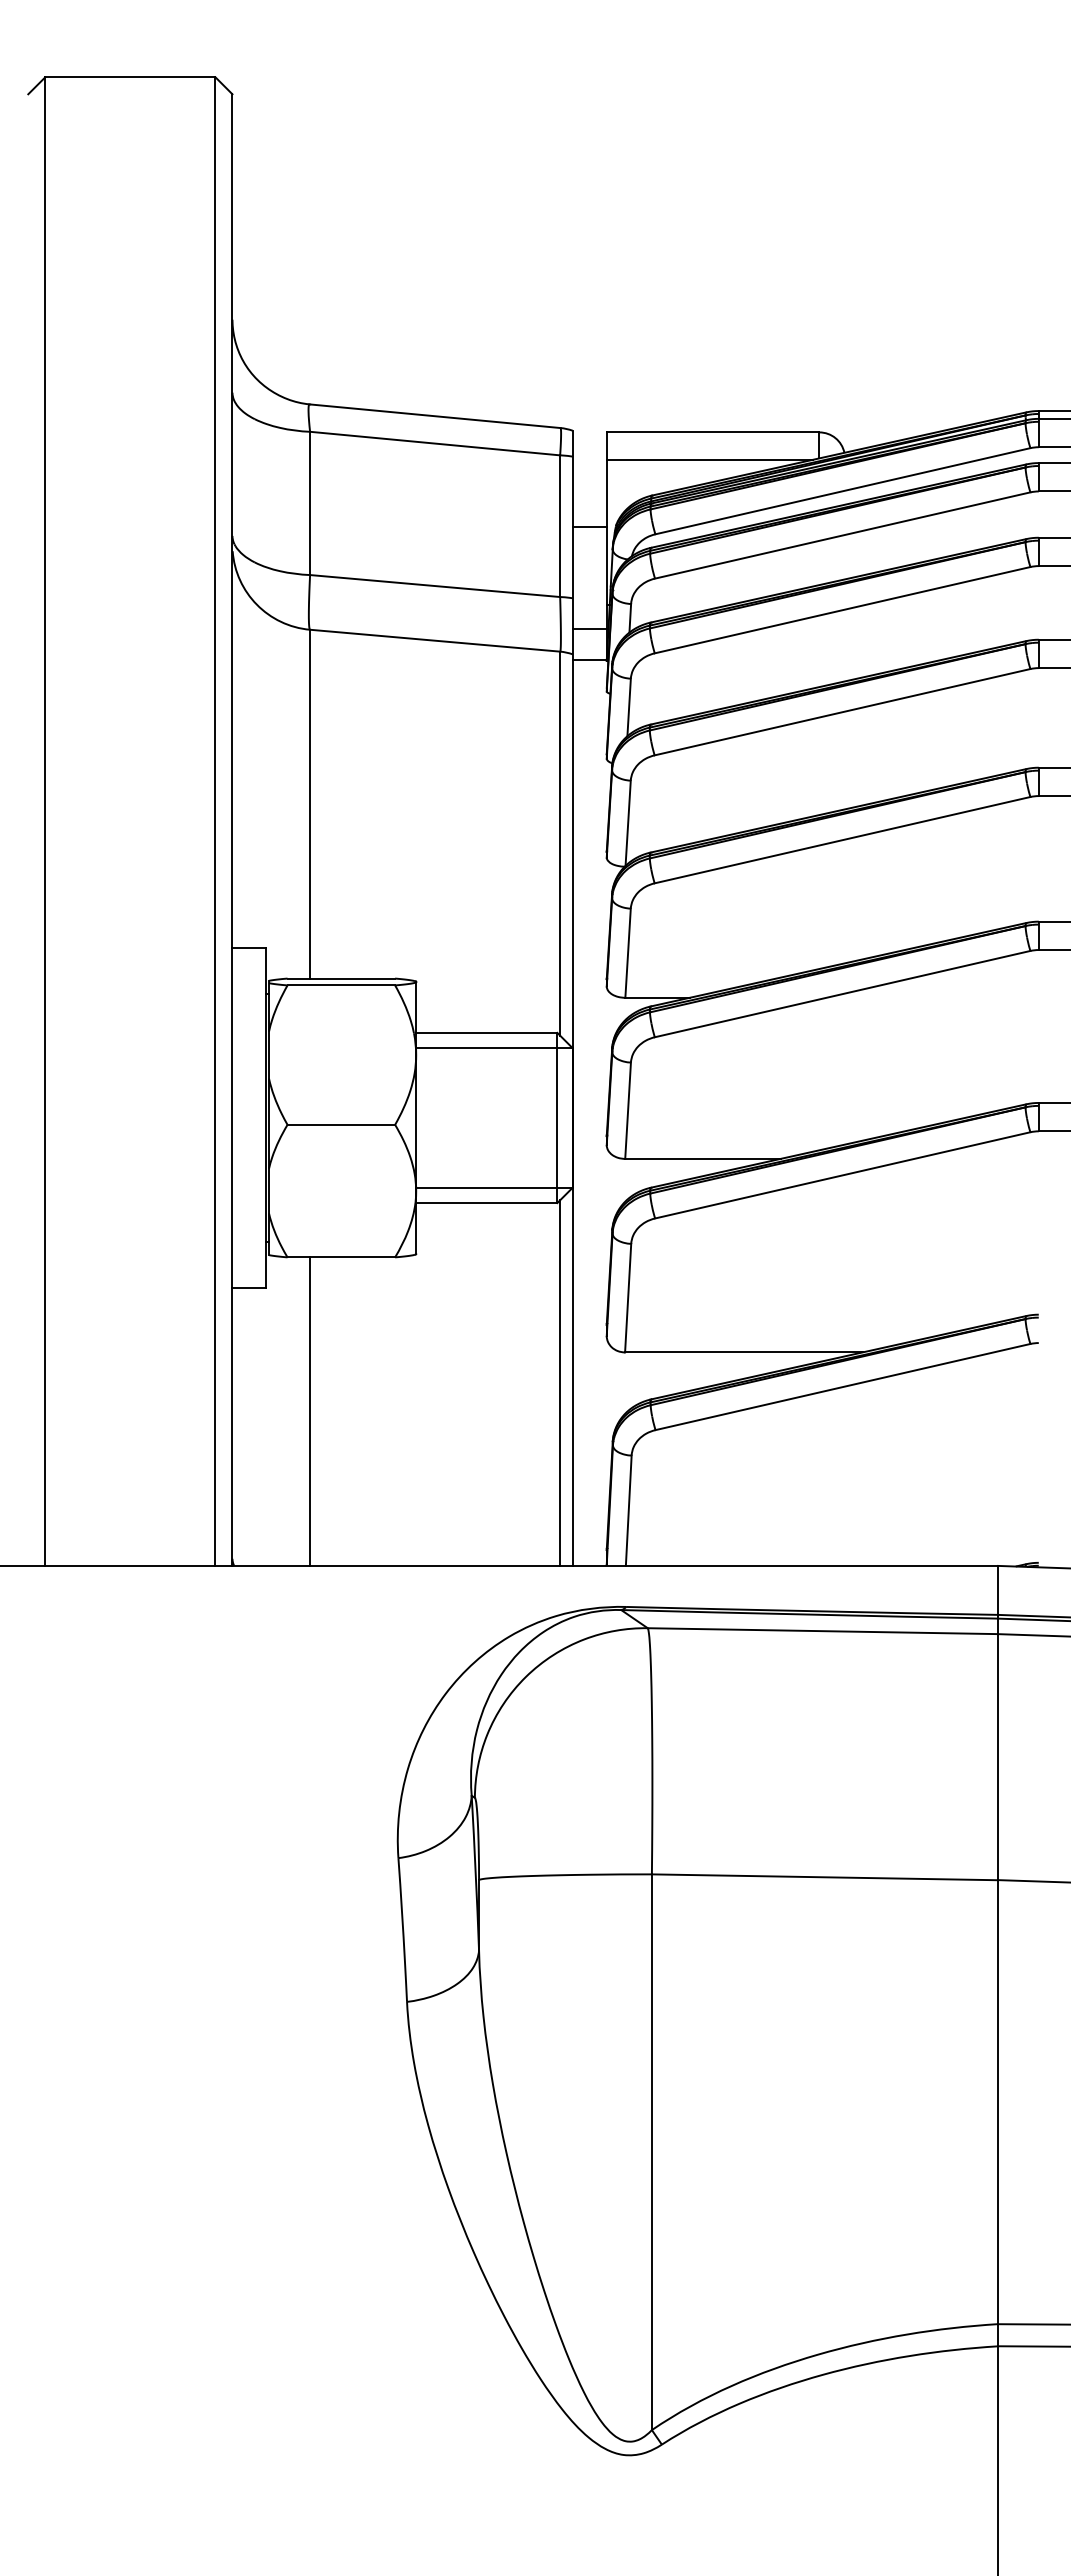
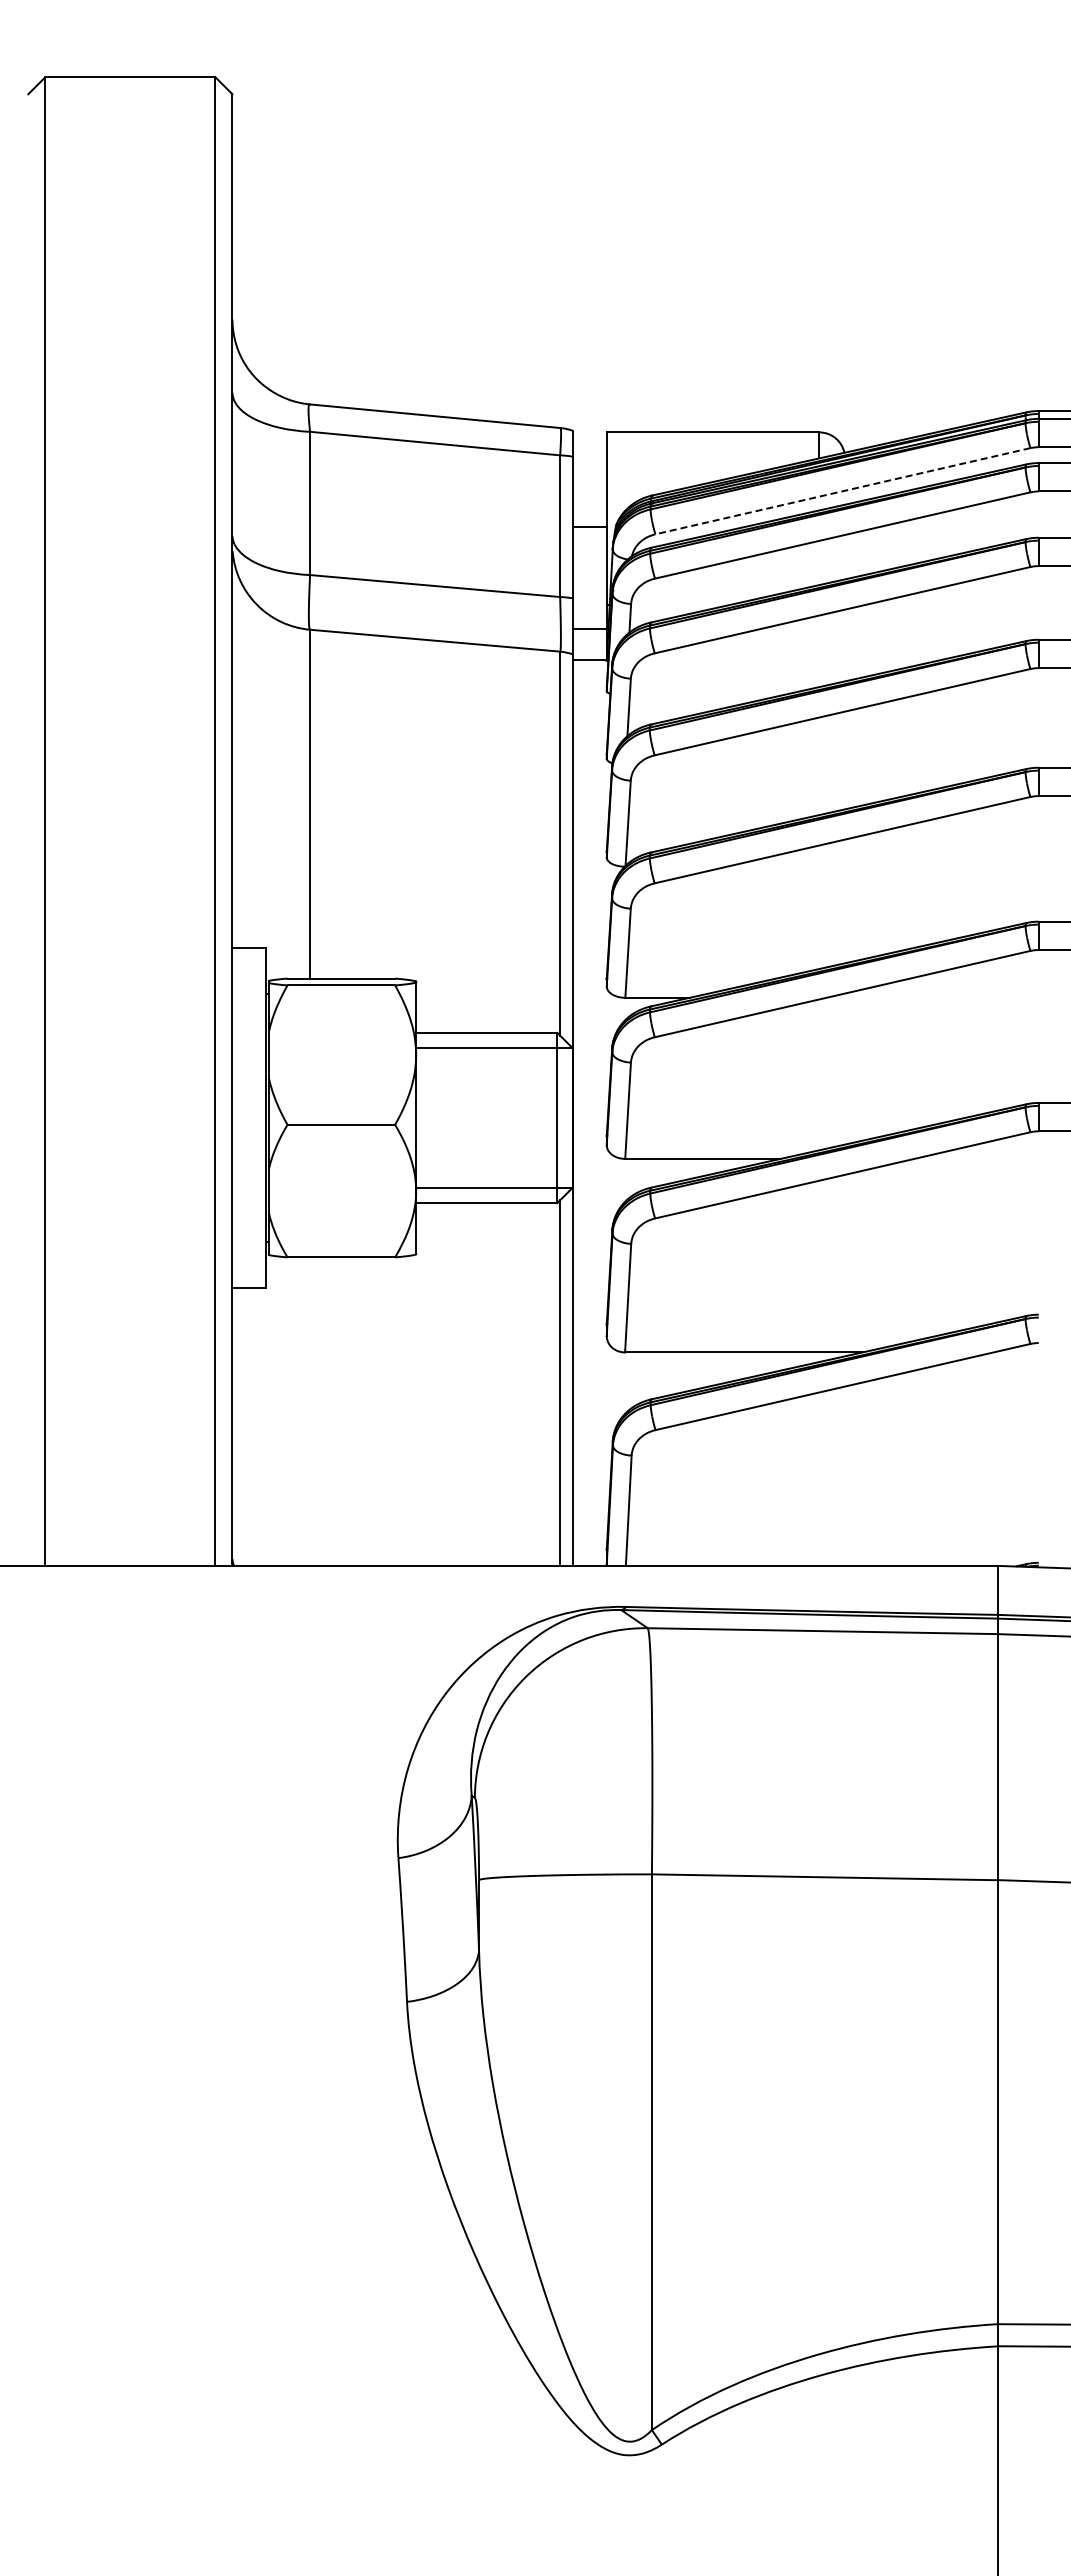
line at (709, 459): present -> none
line at (842, 491): solid -> dashed
line at (310, 1411): present -> none
